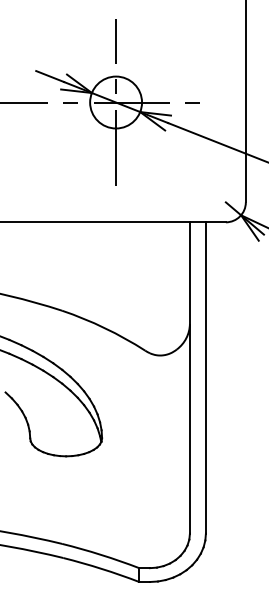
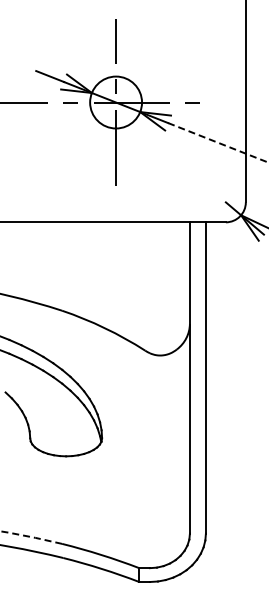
line at (218, 142): solid -> dashed
arc at (31, 537): solid -> dashed
